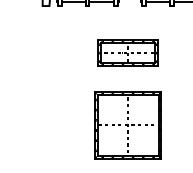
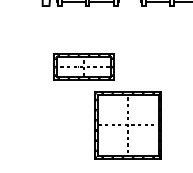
part at (127, 52) position: (127, 52) -> (83, 66)
